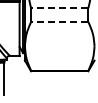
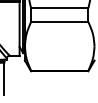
line at (59, 8): dashed -> solid
line at (59, 21): dashed -> solid
